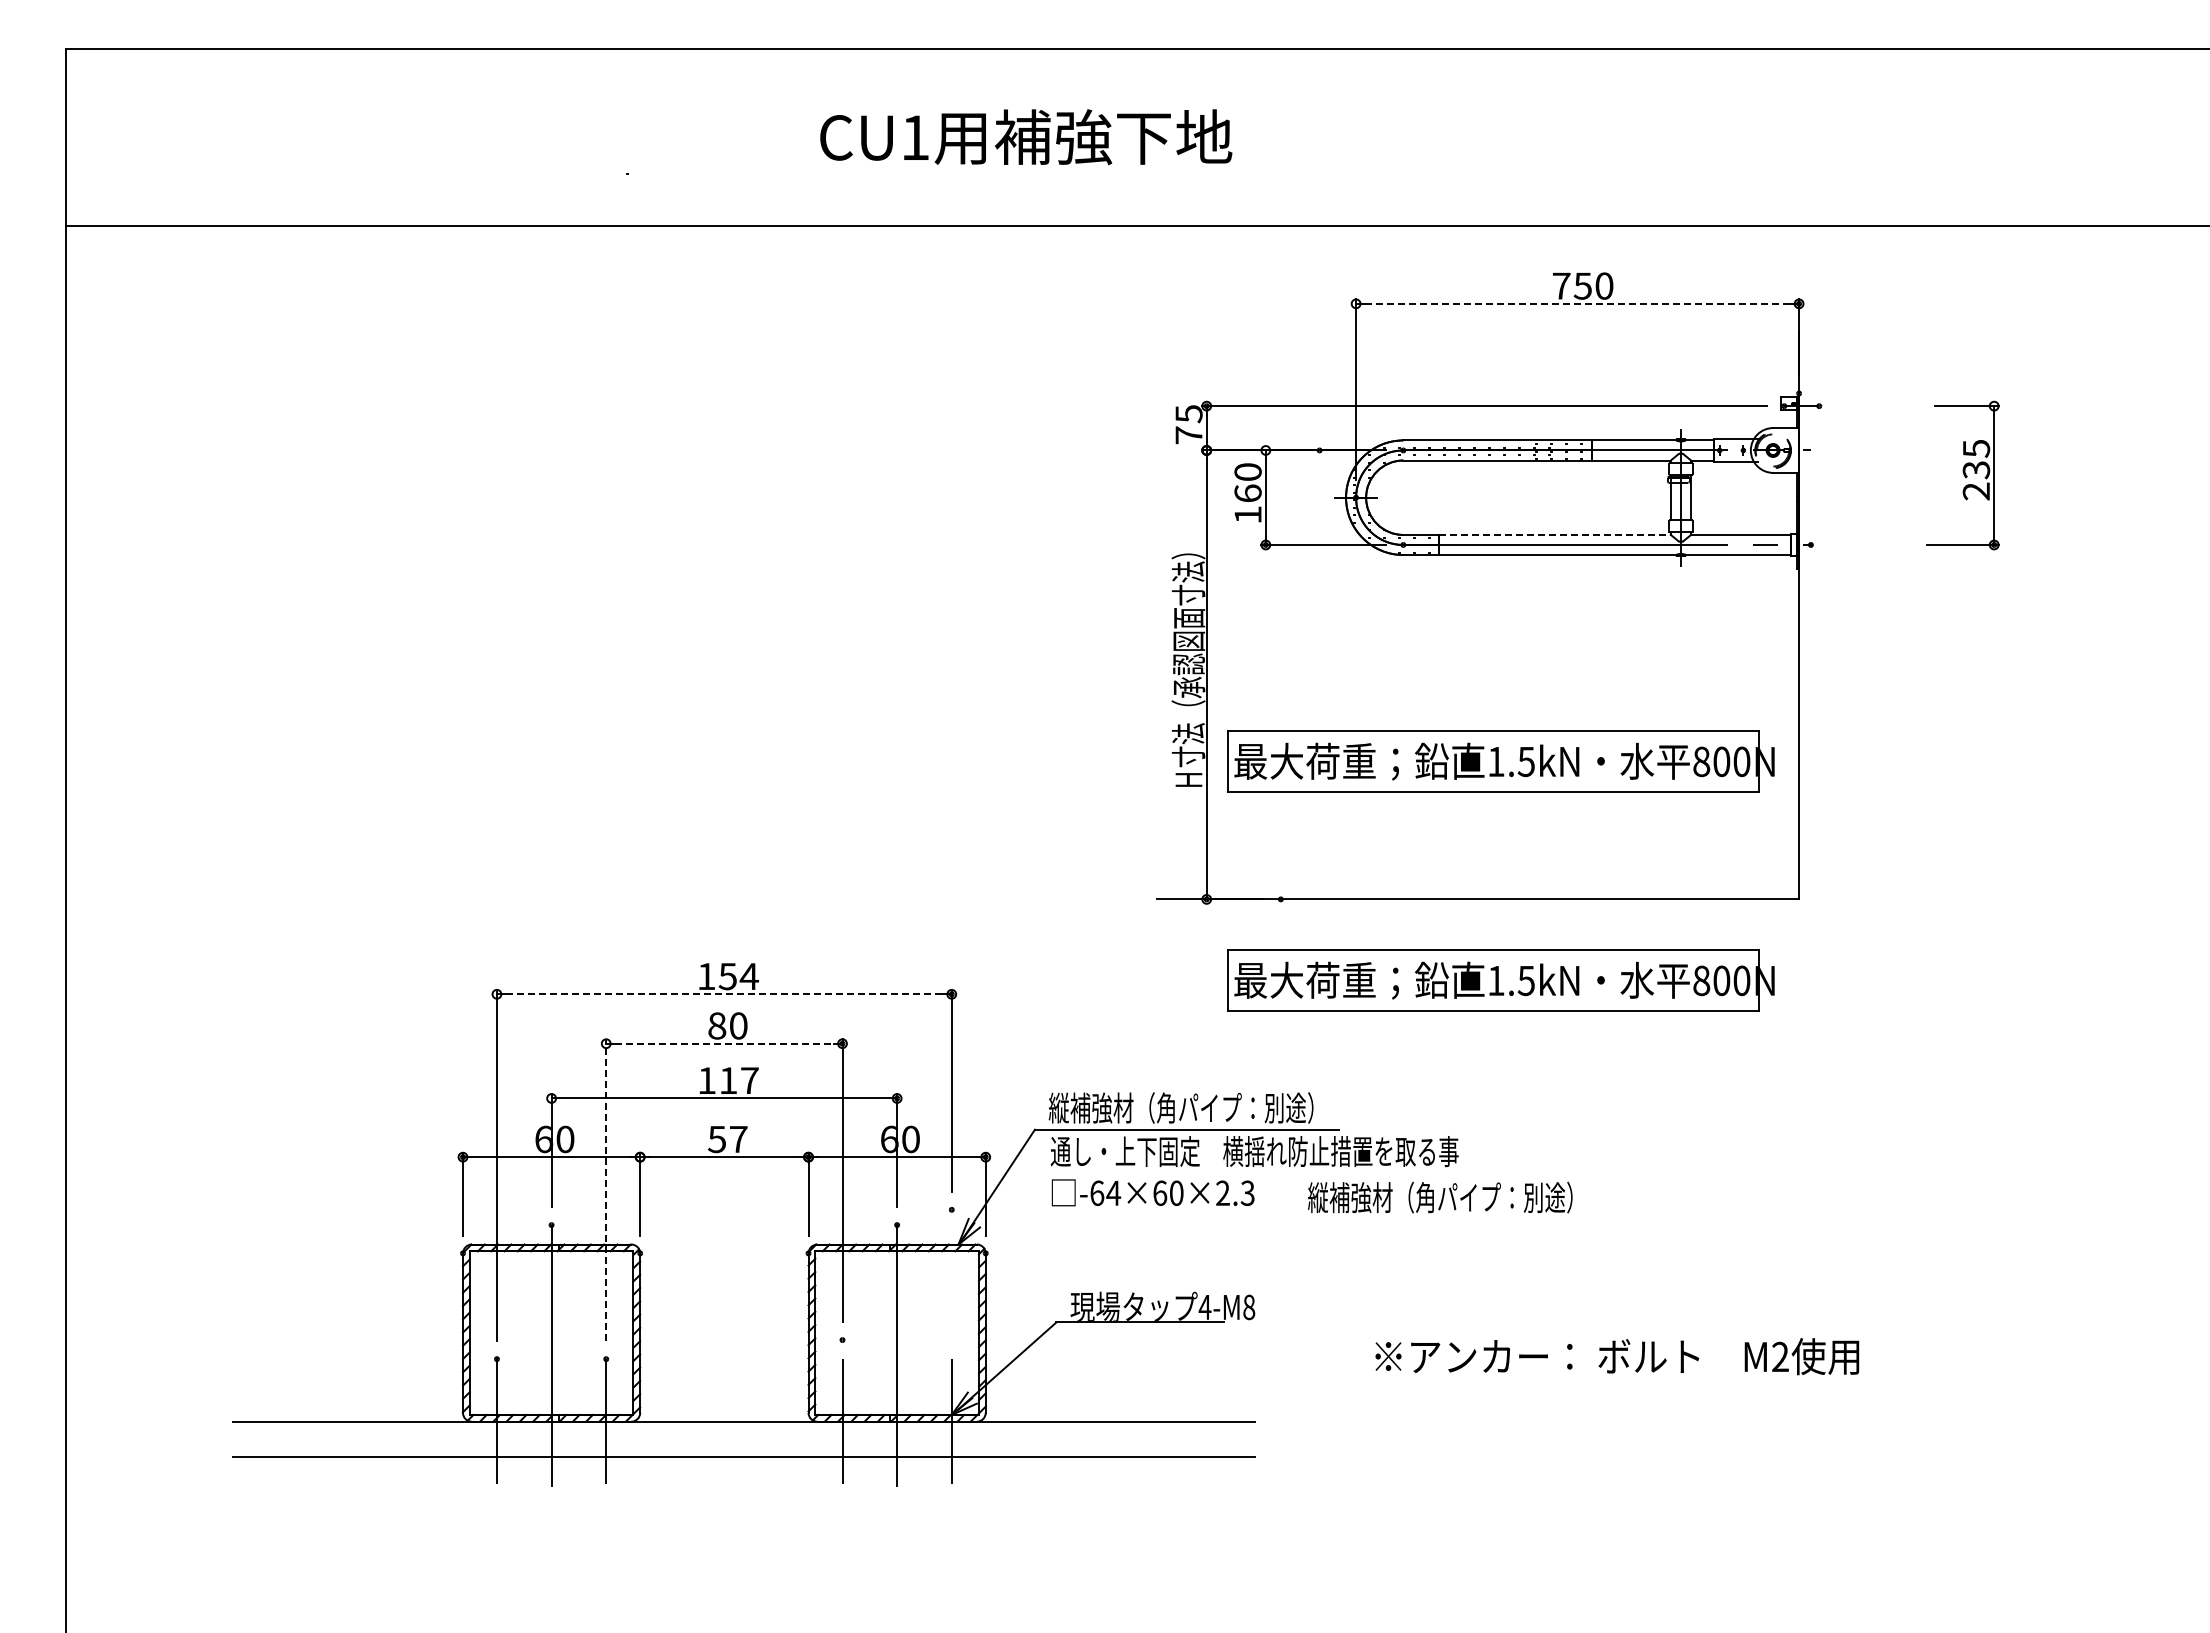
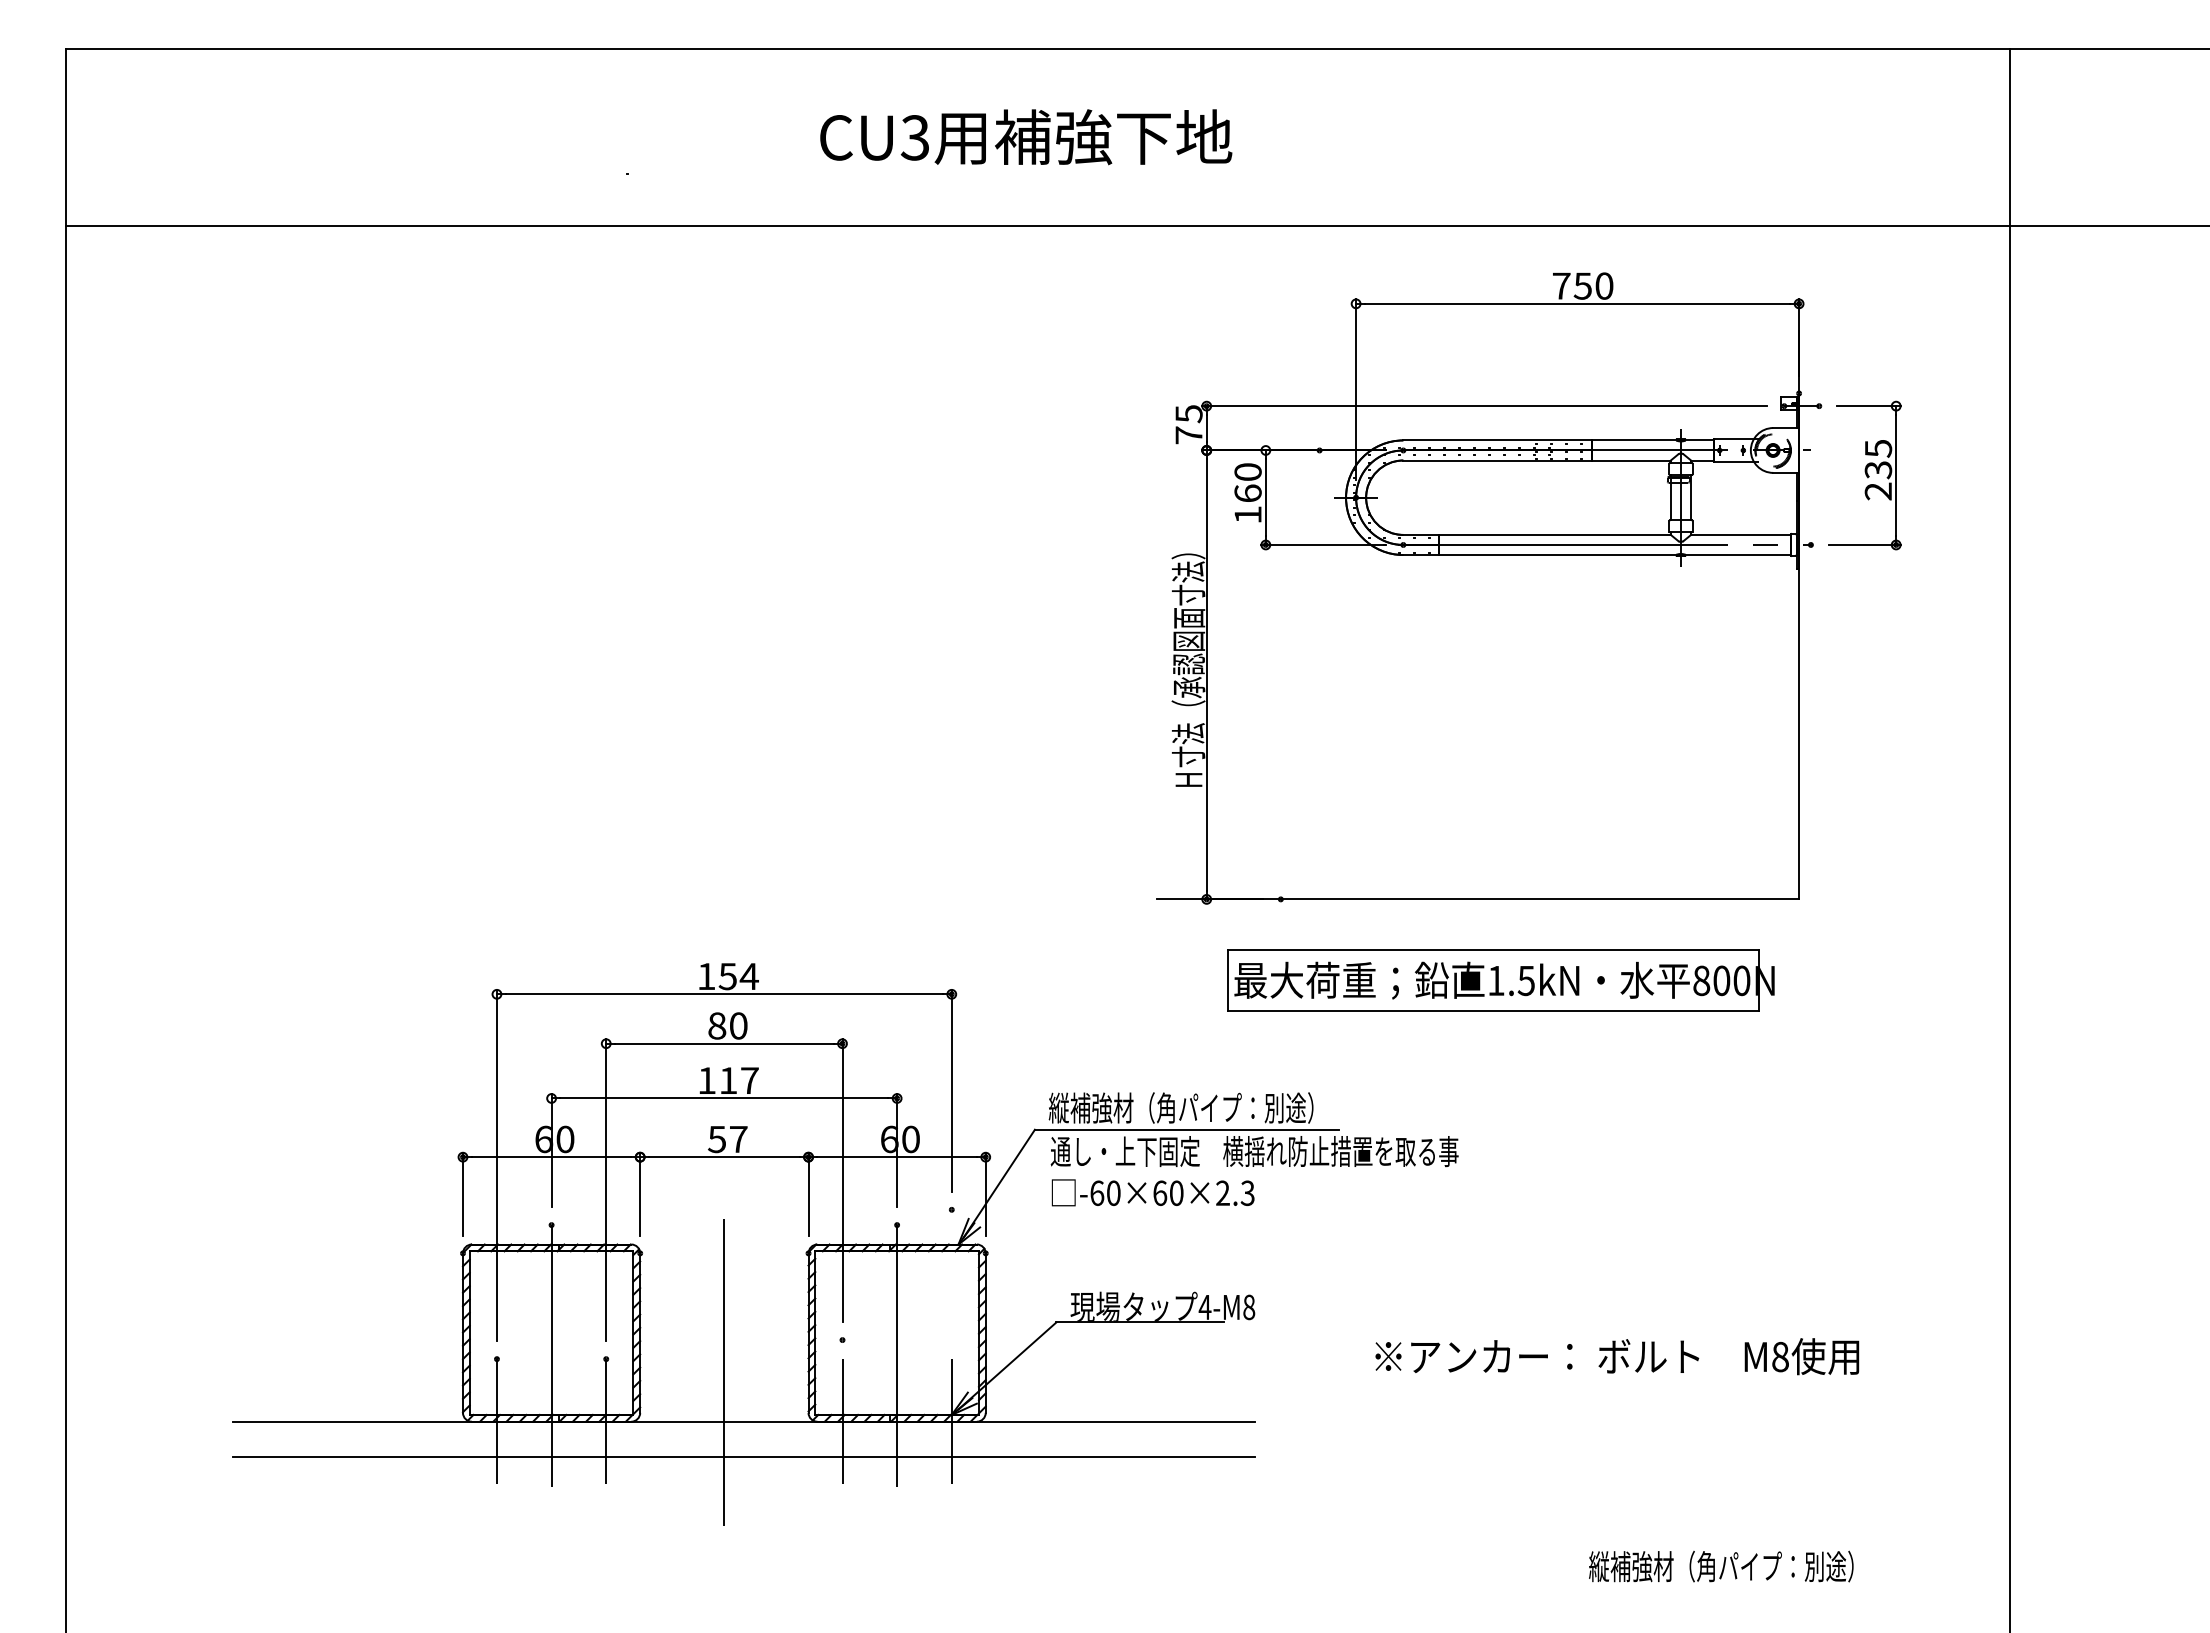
text at (914, 137): CU1 -> CU3
line at (1577, 303): dashed -> solid
part at (1962, 475) position: (1962, 475) -> (1864, 475)
line at (1555, 534): dashed -> solid
part at (1500, 761): present -> none
line at (2009, 839): none -> present
line at (724, 994): dashed -> solid
line at (724, 1043): dashed -> solid
line at (606, 1189): dashed -> solid
text at (1113, 1193): -64×60×2.3 -> -60×60×2.3
text at (1440, 1197) position: (1440, 1197) -> (1721, 1566)
text at (1780, 1356): M2 -> M8
line at (724, 1372): none -> present
